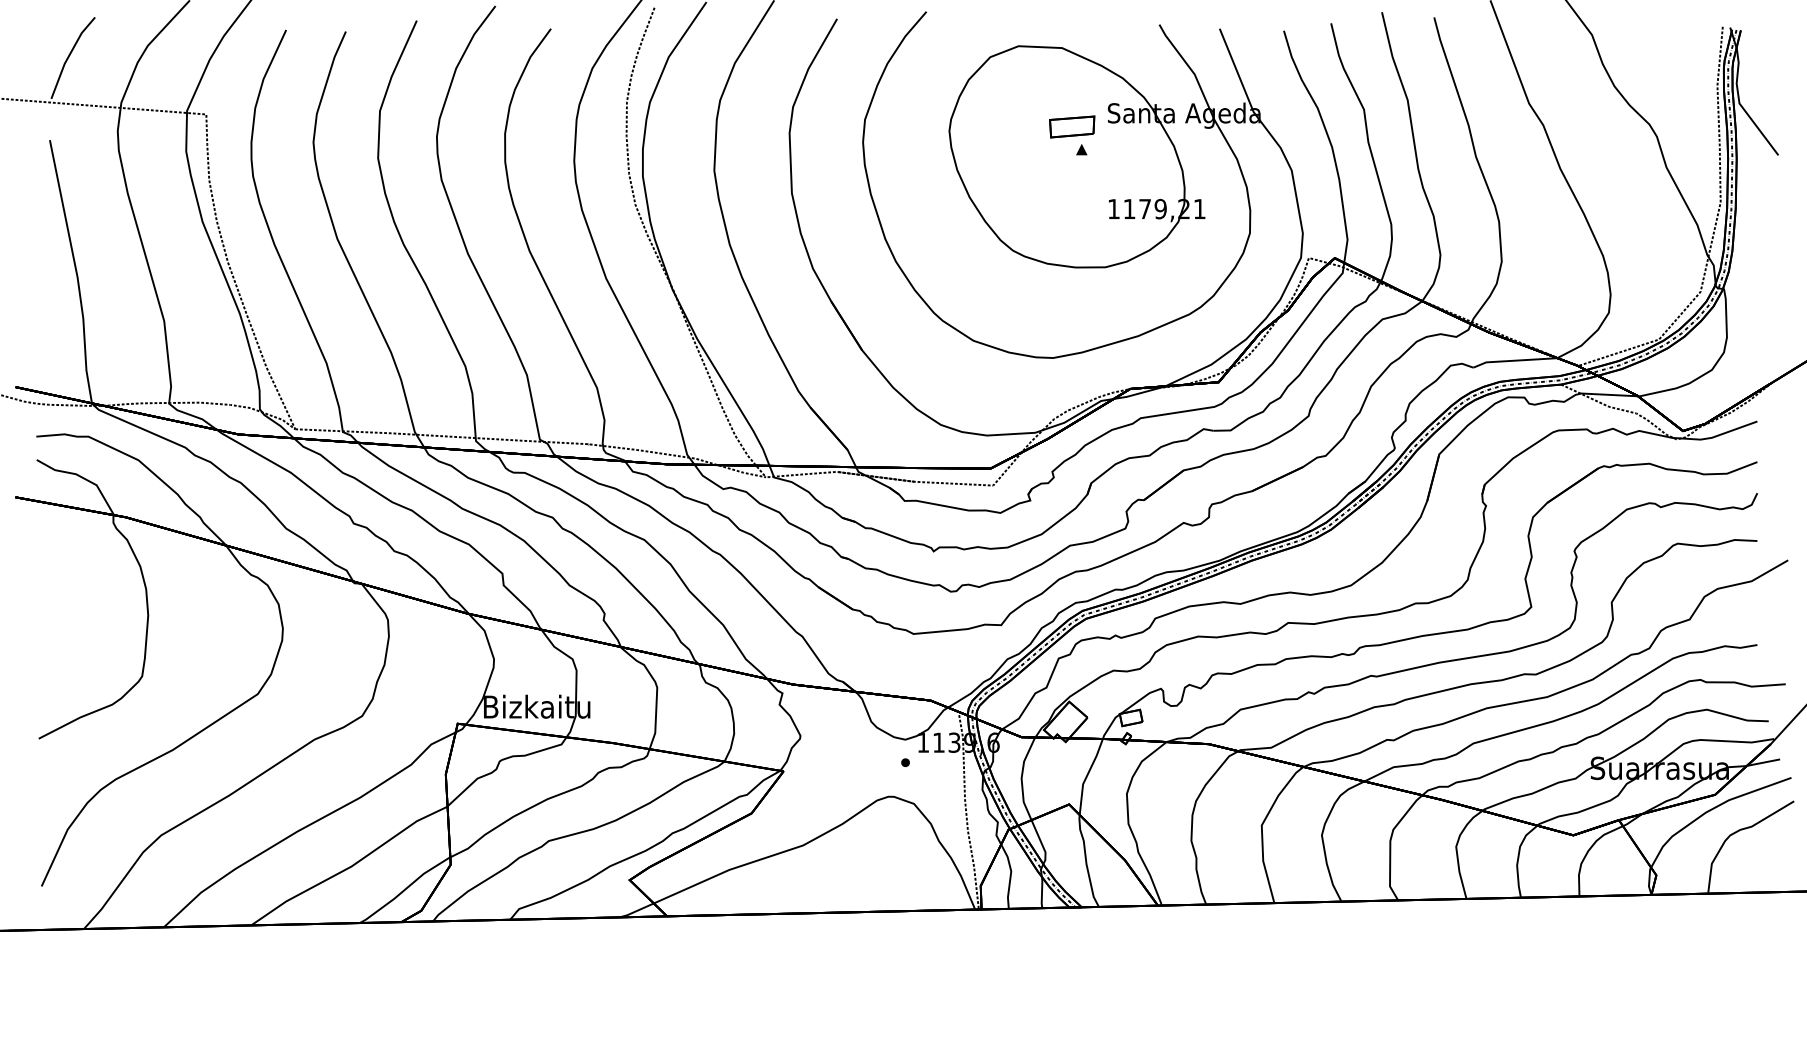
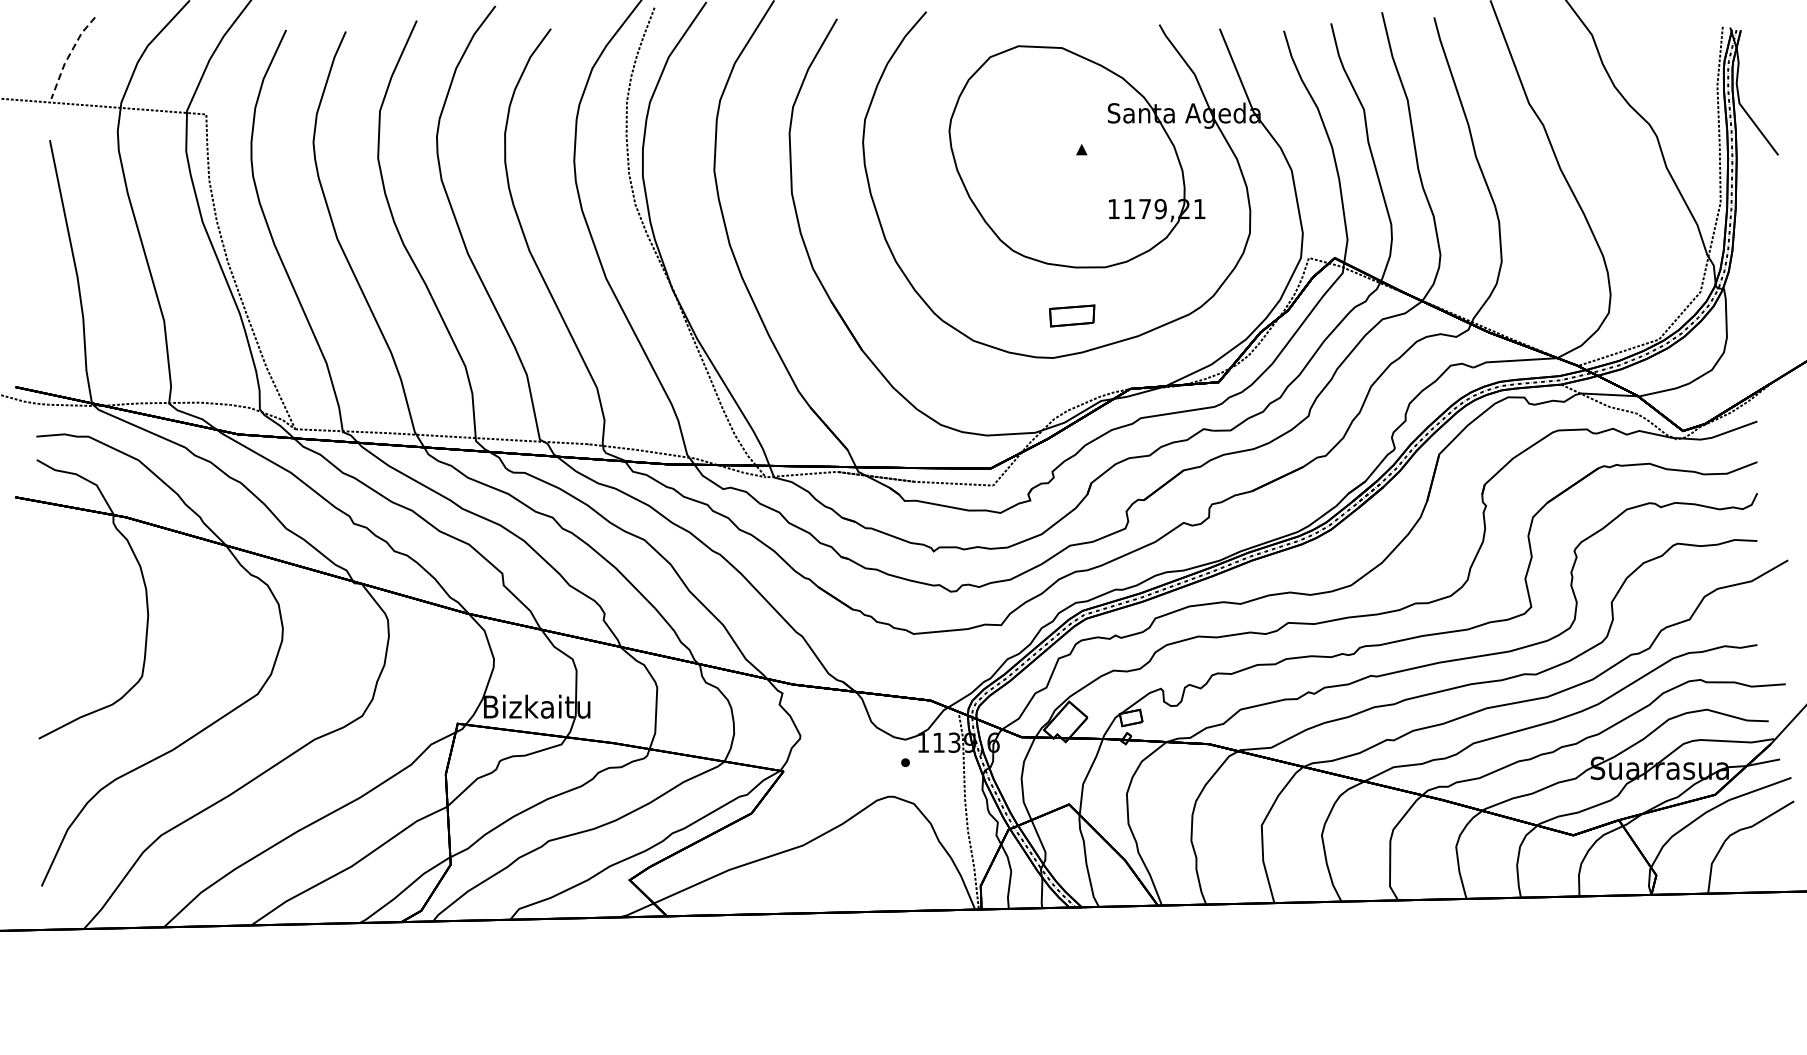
line at (68, 56): solid -> dashed
part at (1072, 126) position: (1072, 126) -> (1072, 315)
